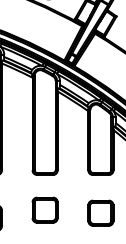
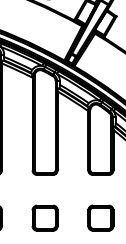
part at (44, 209) position: (44, 209) -> (44, 217)
part at (100, 212) position: (100, 212) -> (100, 217)
